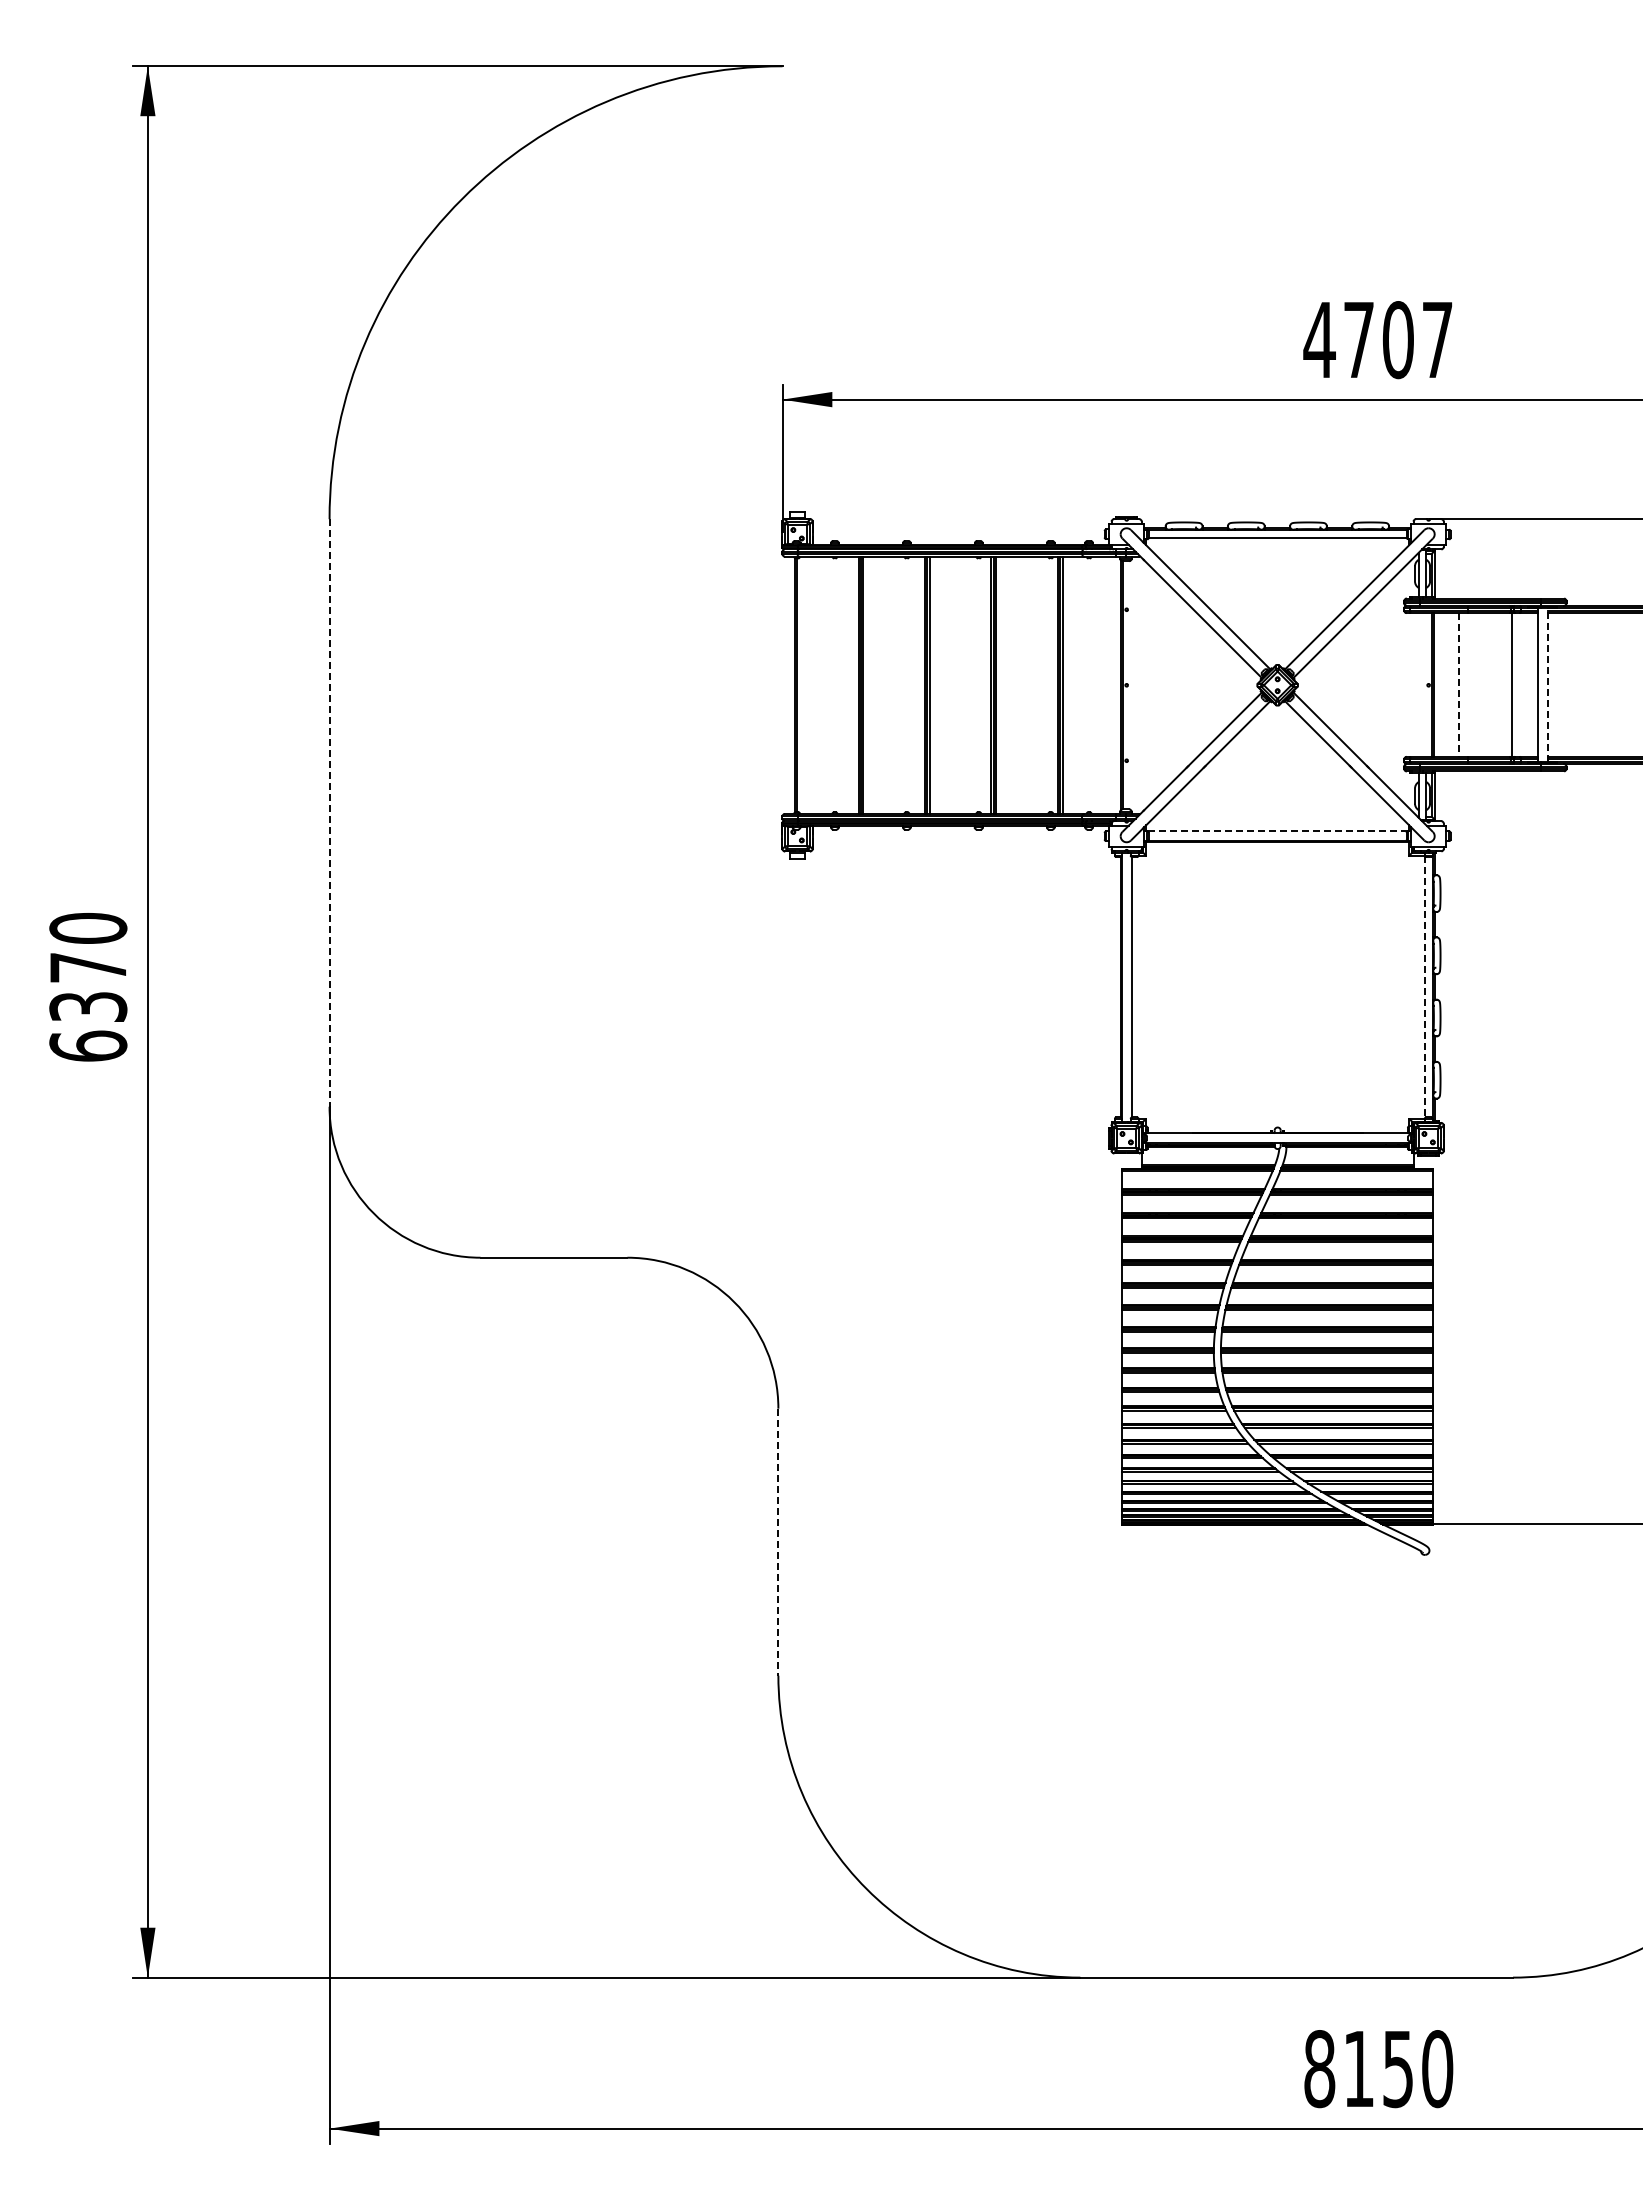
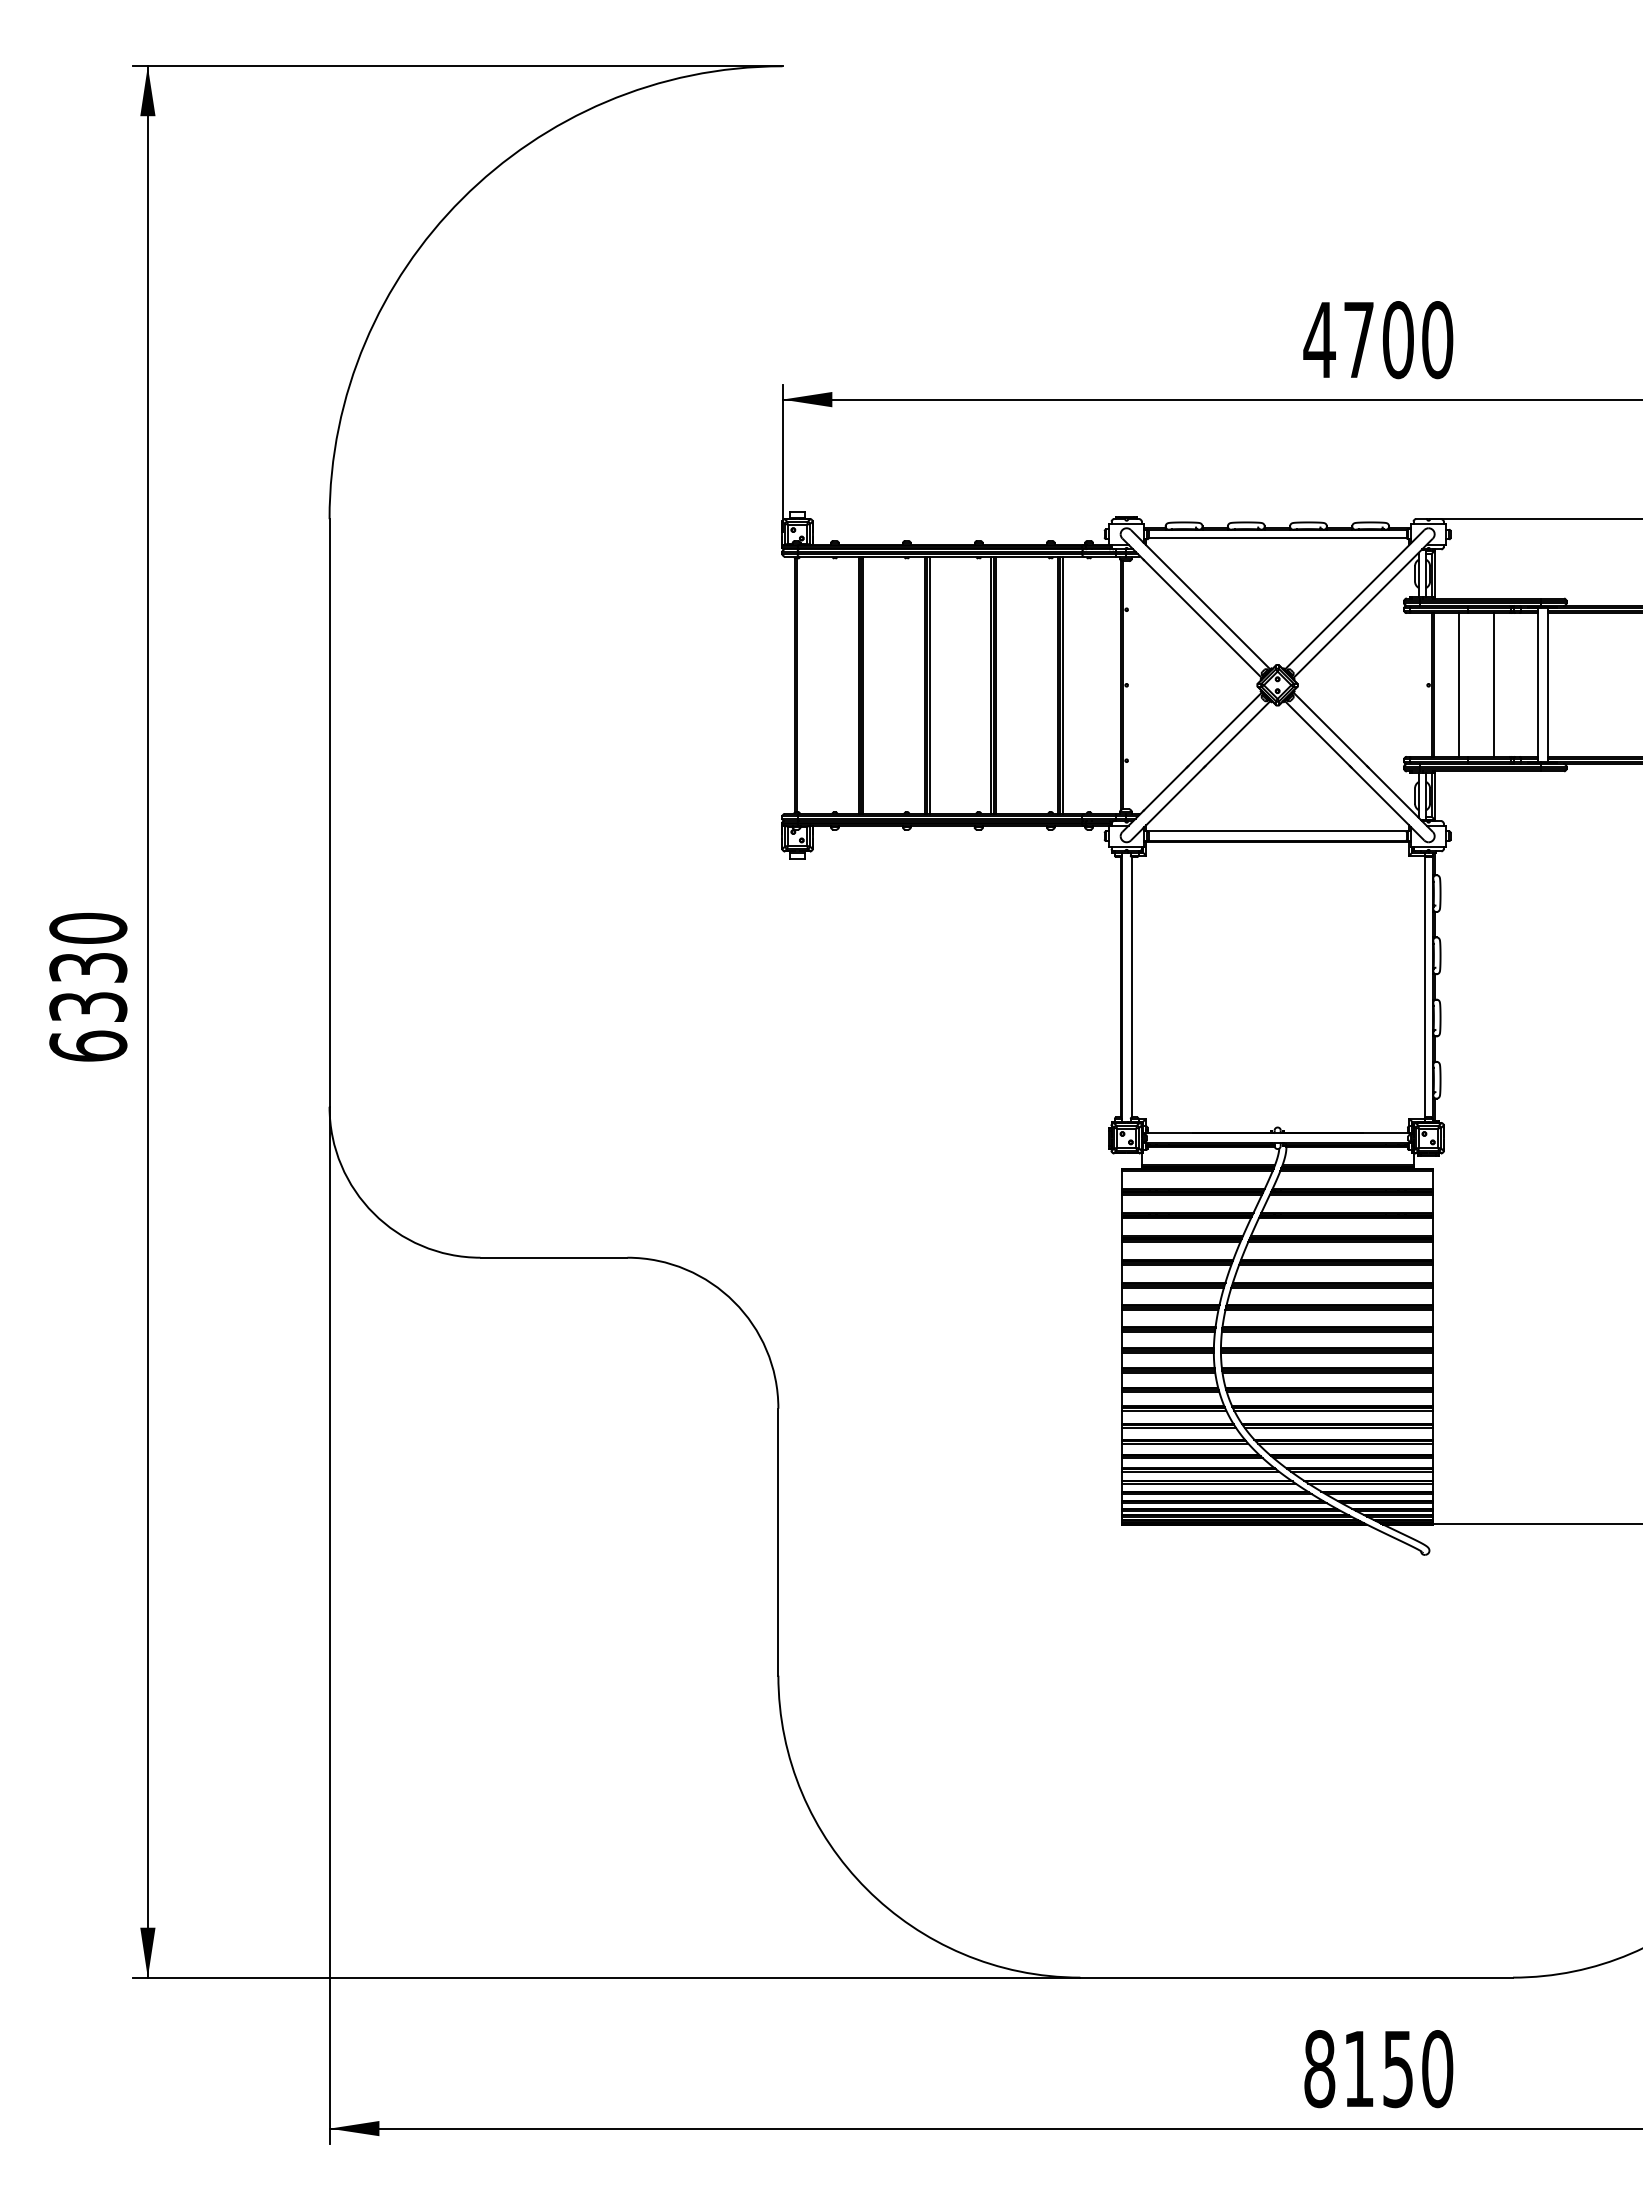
text at (1437, 340): 4707 -> 4700
line at (1459, 684): dashed -> solid
line at (1511, 684) position: (1511, 684) -> (1493, 684)
line at (1547, 684): dashed -> solid
line at (329, 812): dashed -> solid
line at (1277, 831): dashed -> solid
text at (88, 967): 6370 -> 6330
line at (1424, 987): dashed -> solid
line at (778, 1542): dashed -> solid
